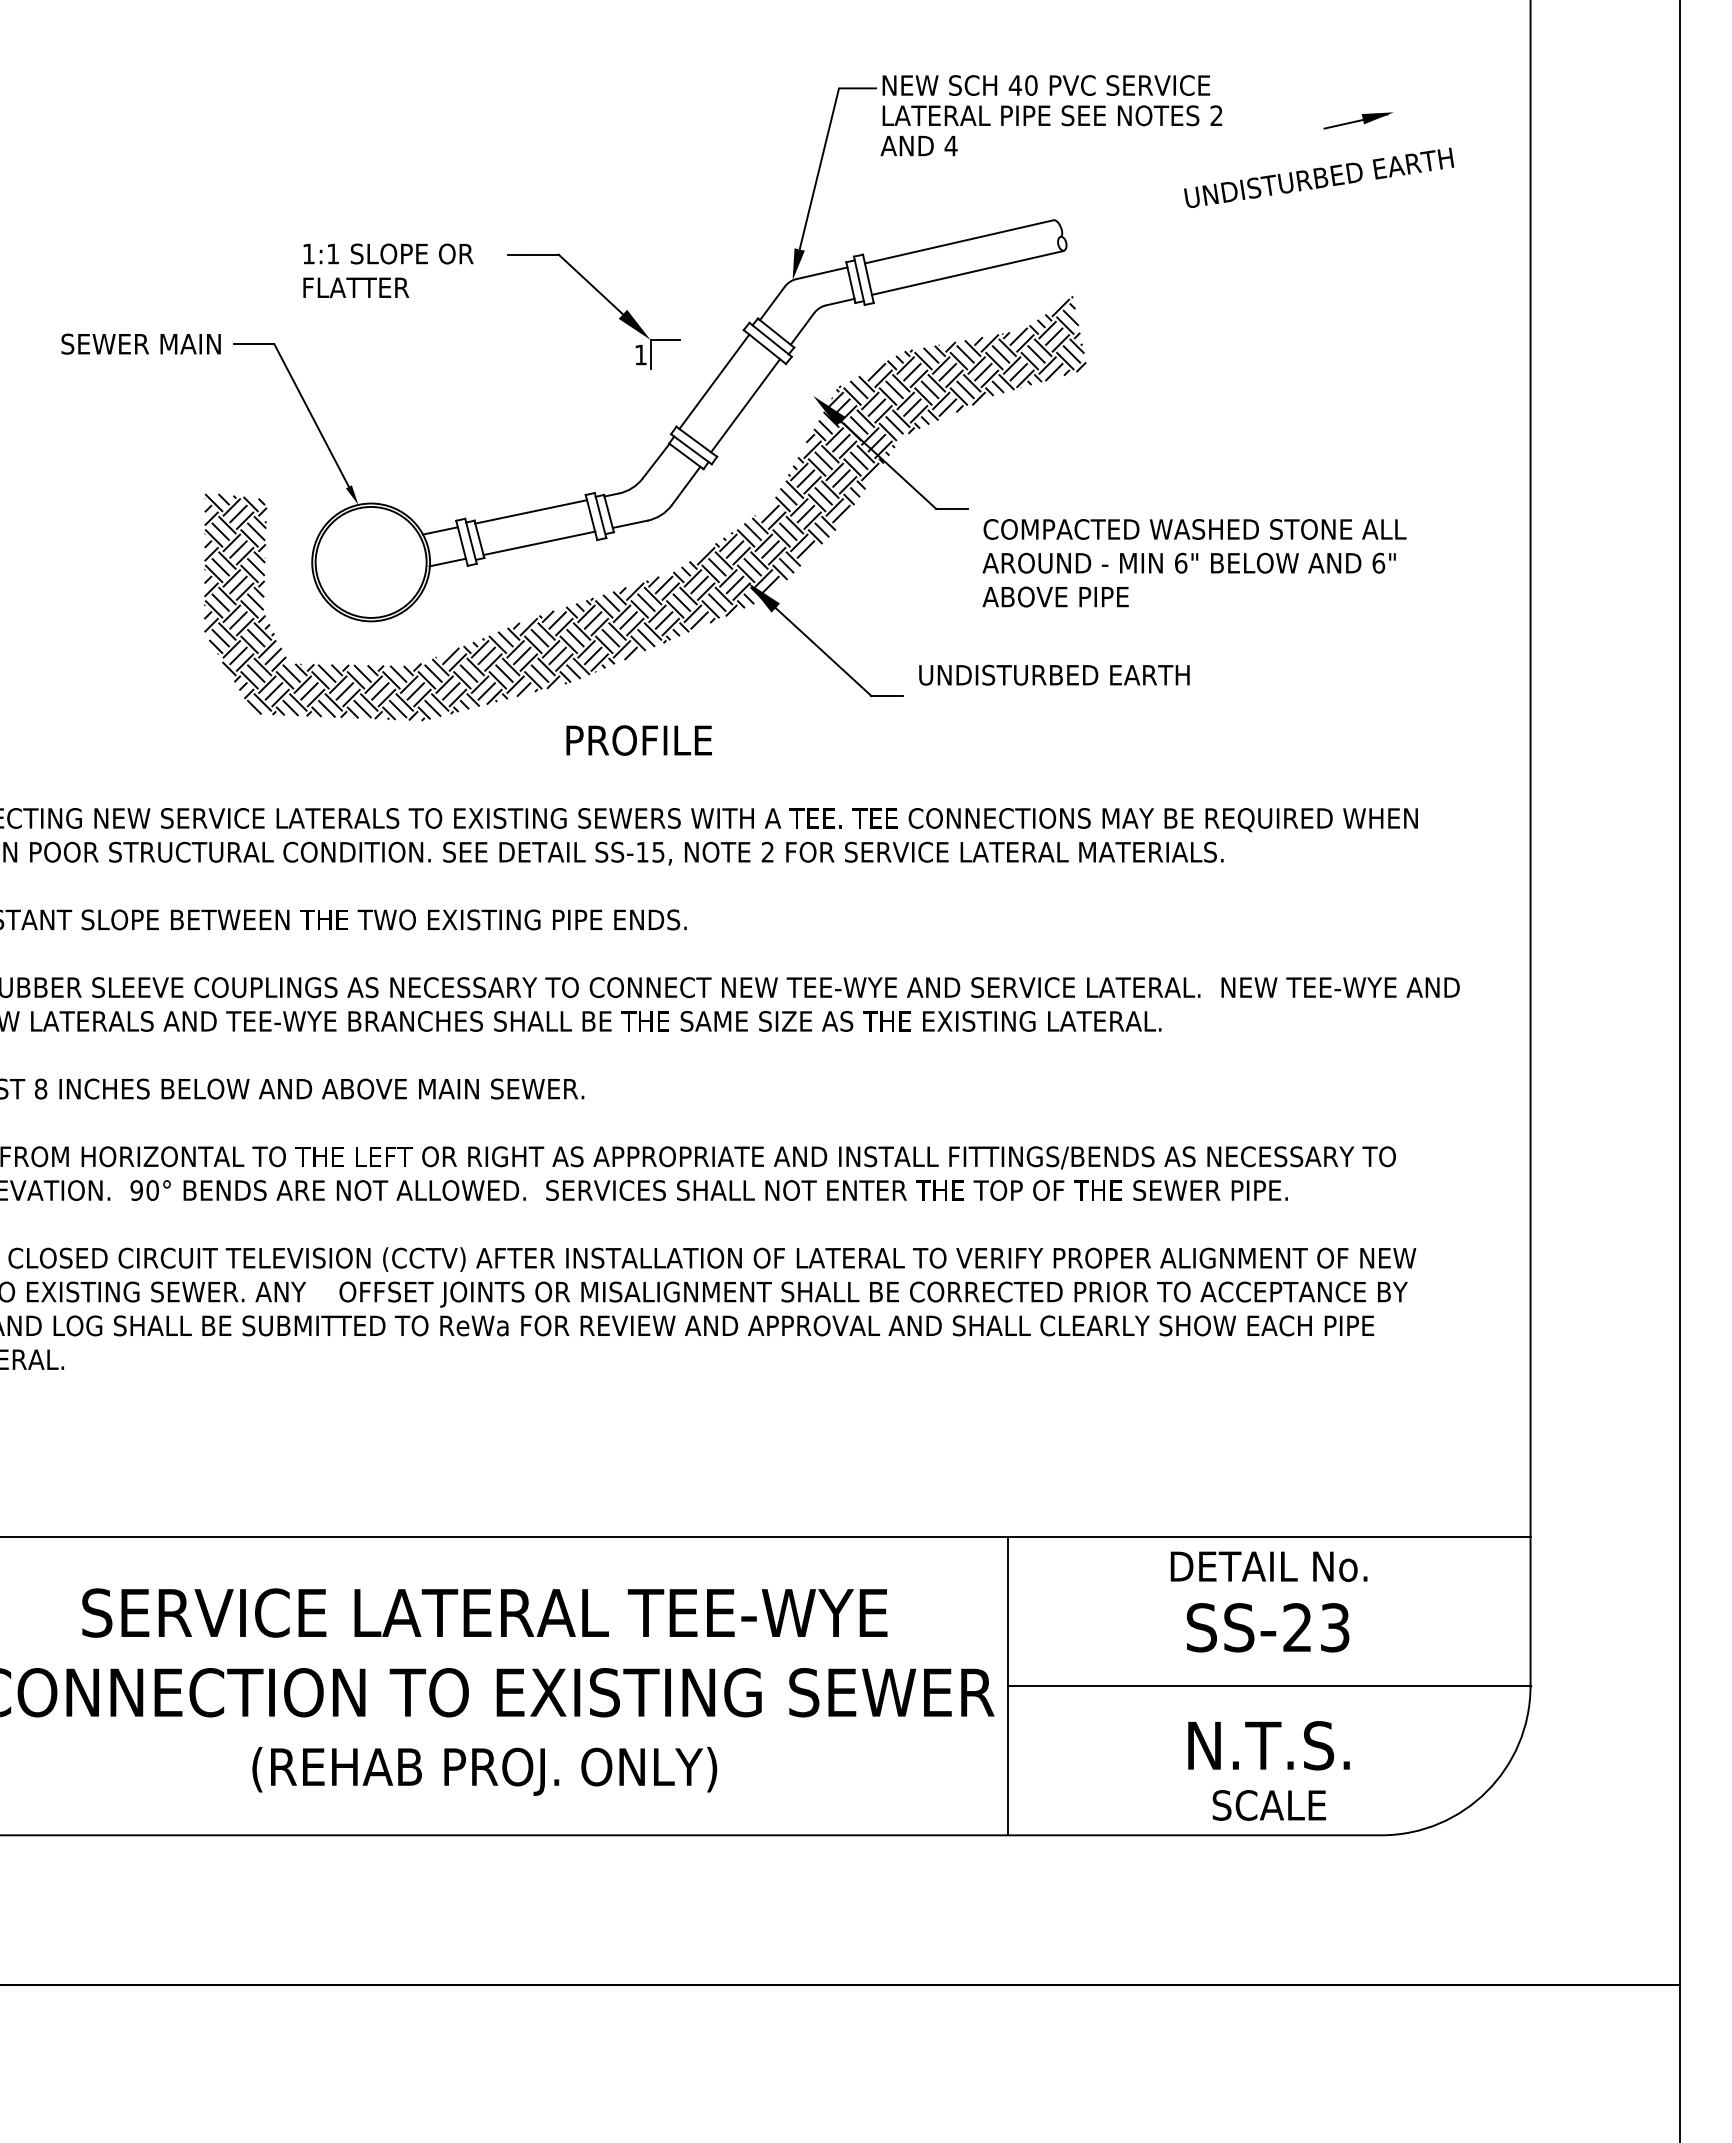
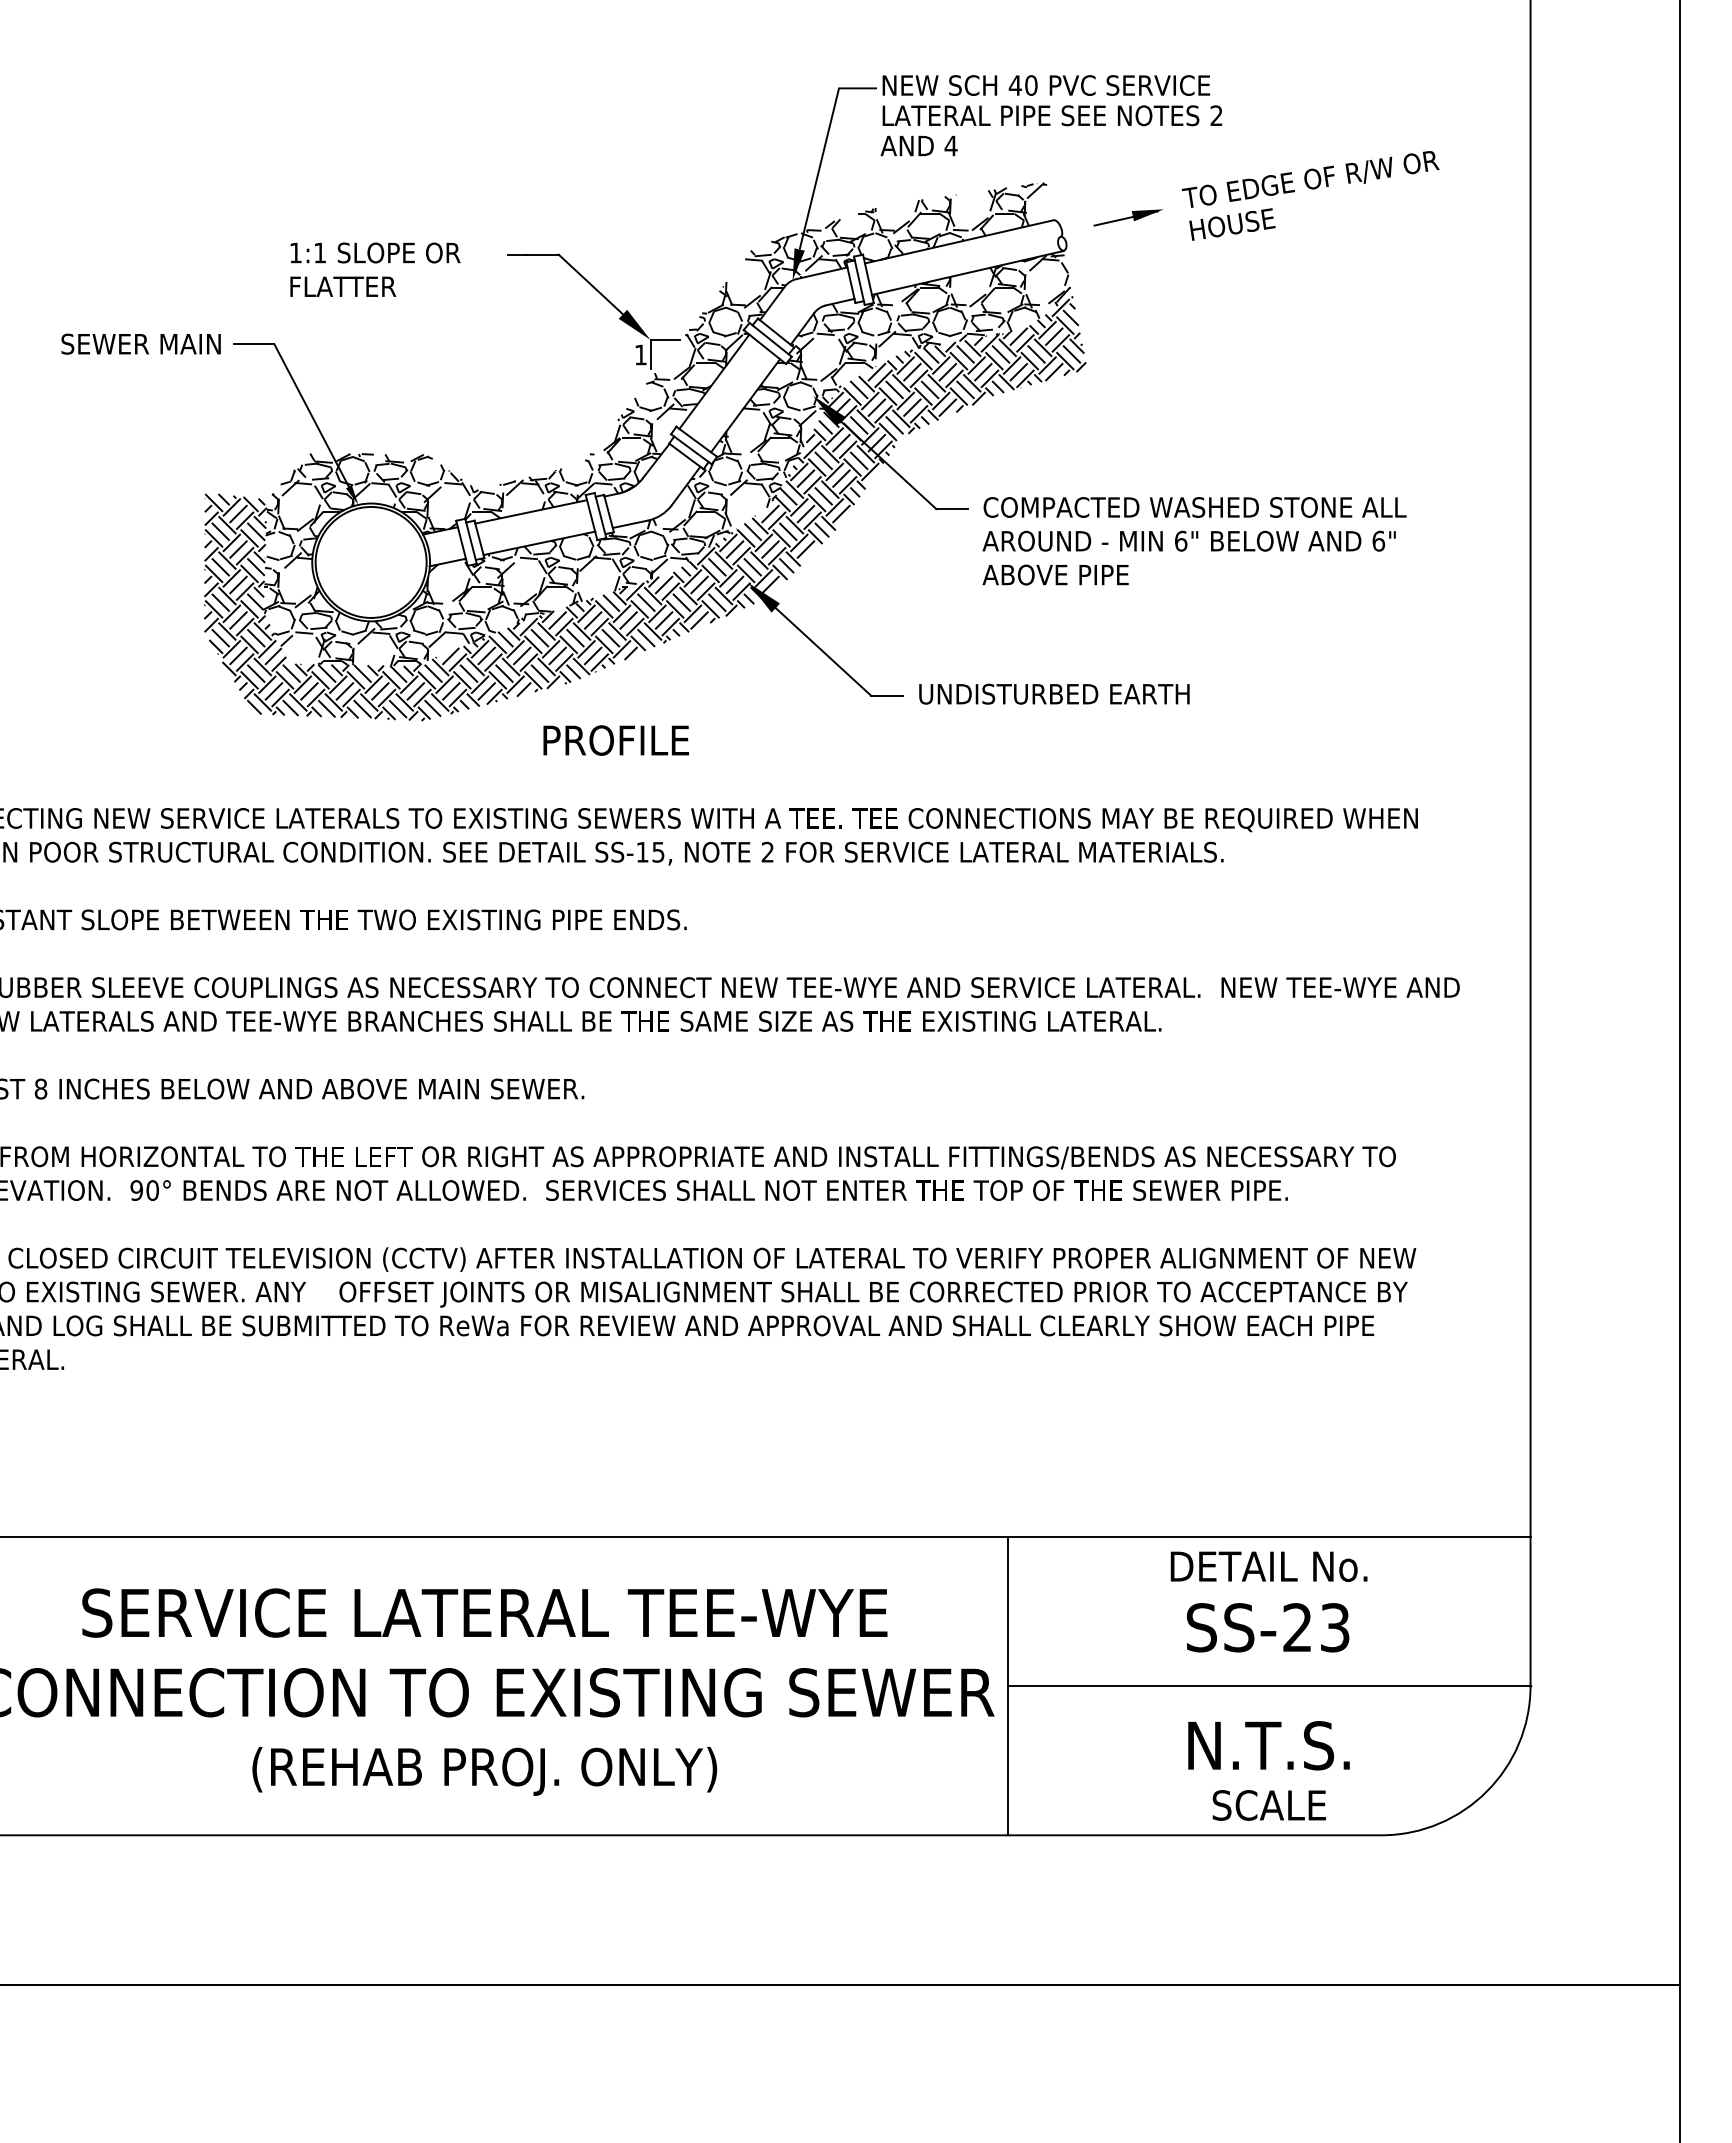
part at (1358, 120) position: (1358, 120) -> (1128, 217)
text at (1317, 193): UNDISTURBED EARTH -> TO EDGE OF R/W OR HOUSE
text at (388, 270) position: (388, 270) -> (375, 269)
hatch at (667, 423): none -> present
text at (1194, 563) position: (1194, 563) -> (1194, 541)
text at (1054, 674) position: (1054, 674) -> (1054, 693)
text at (638, 740) position: (638, 740) -> (615, 740)
